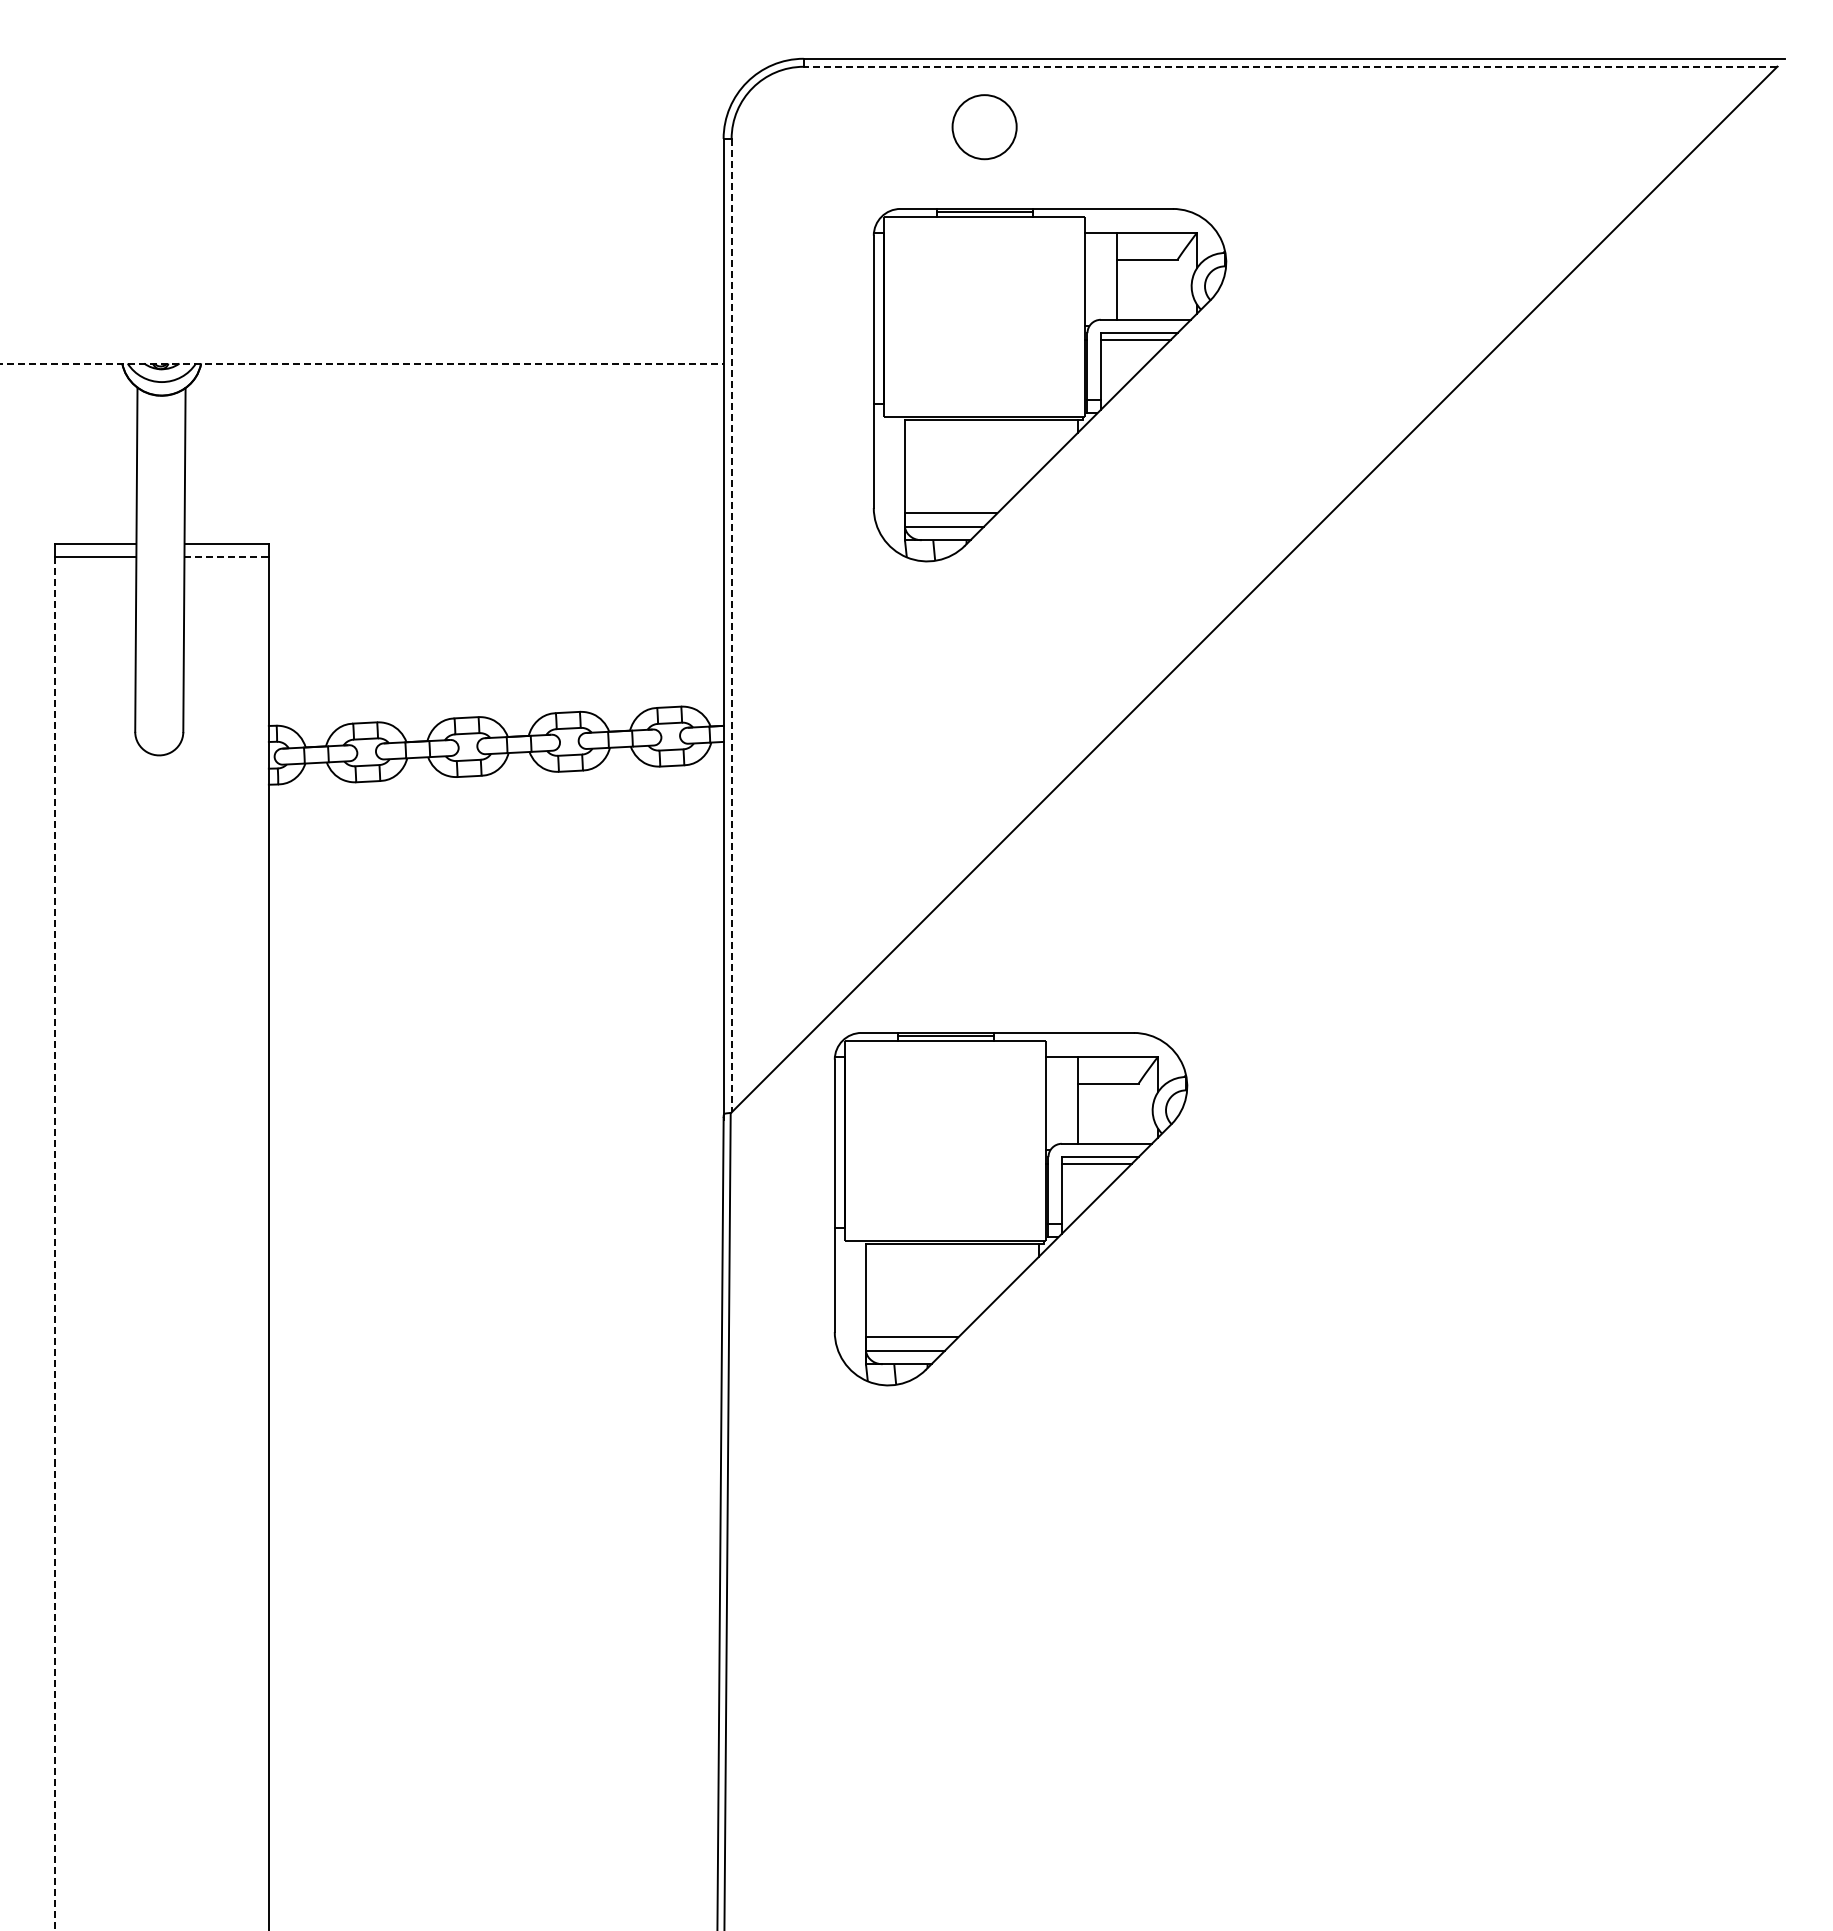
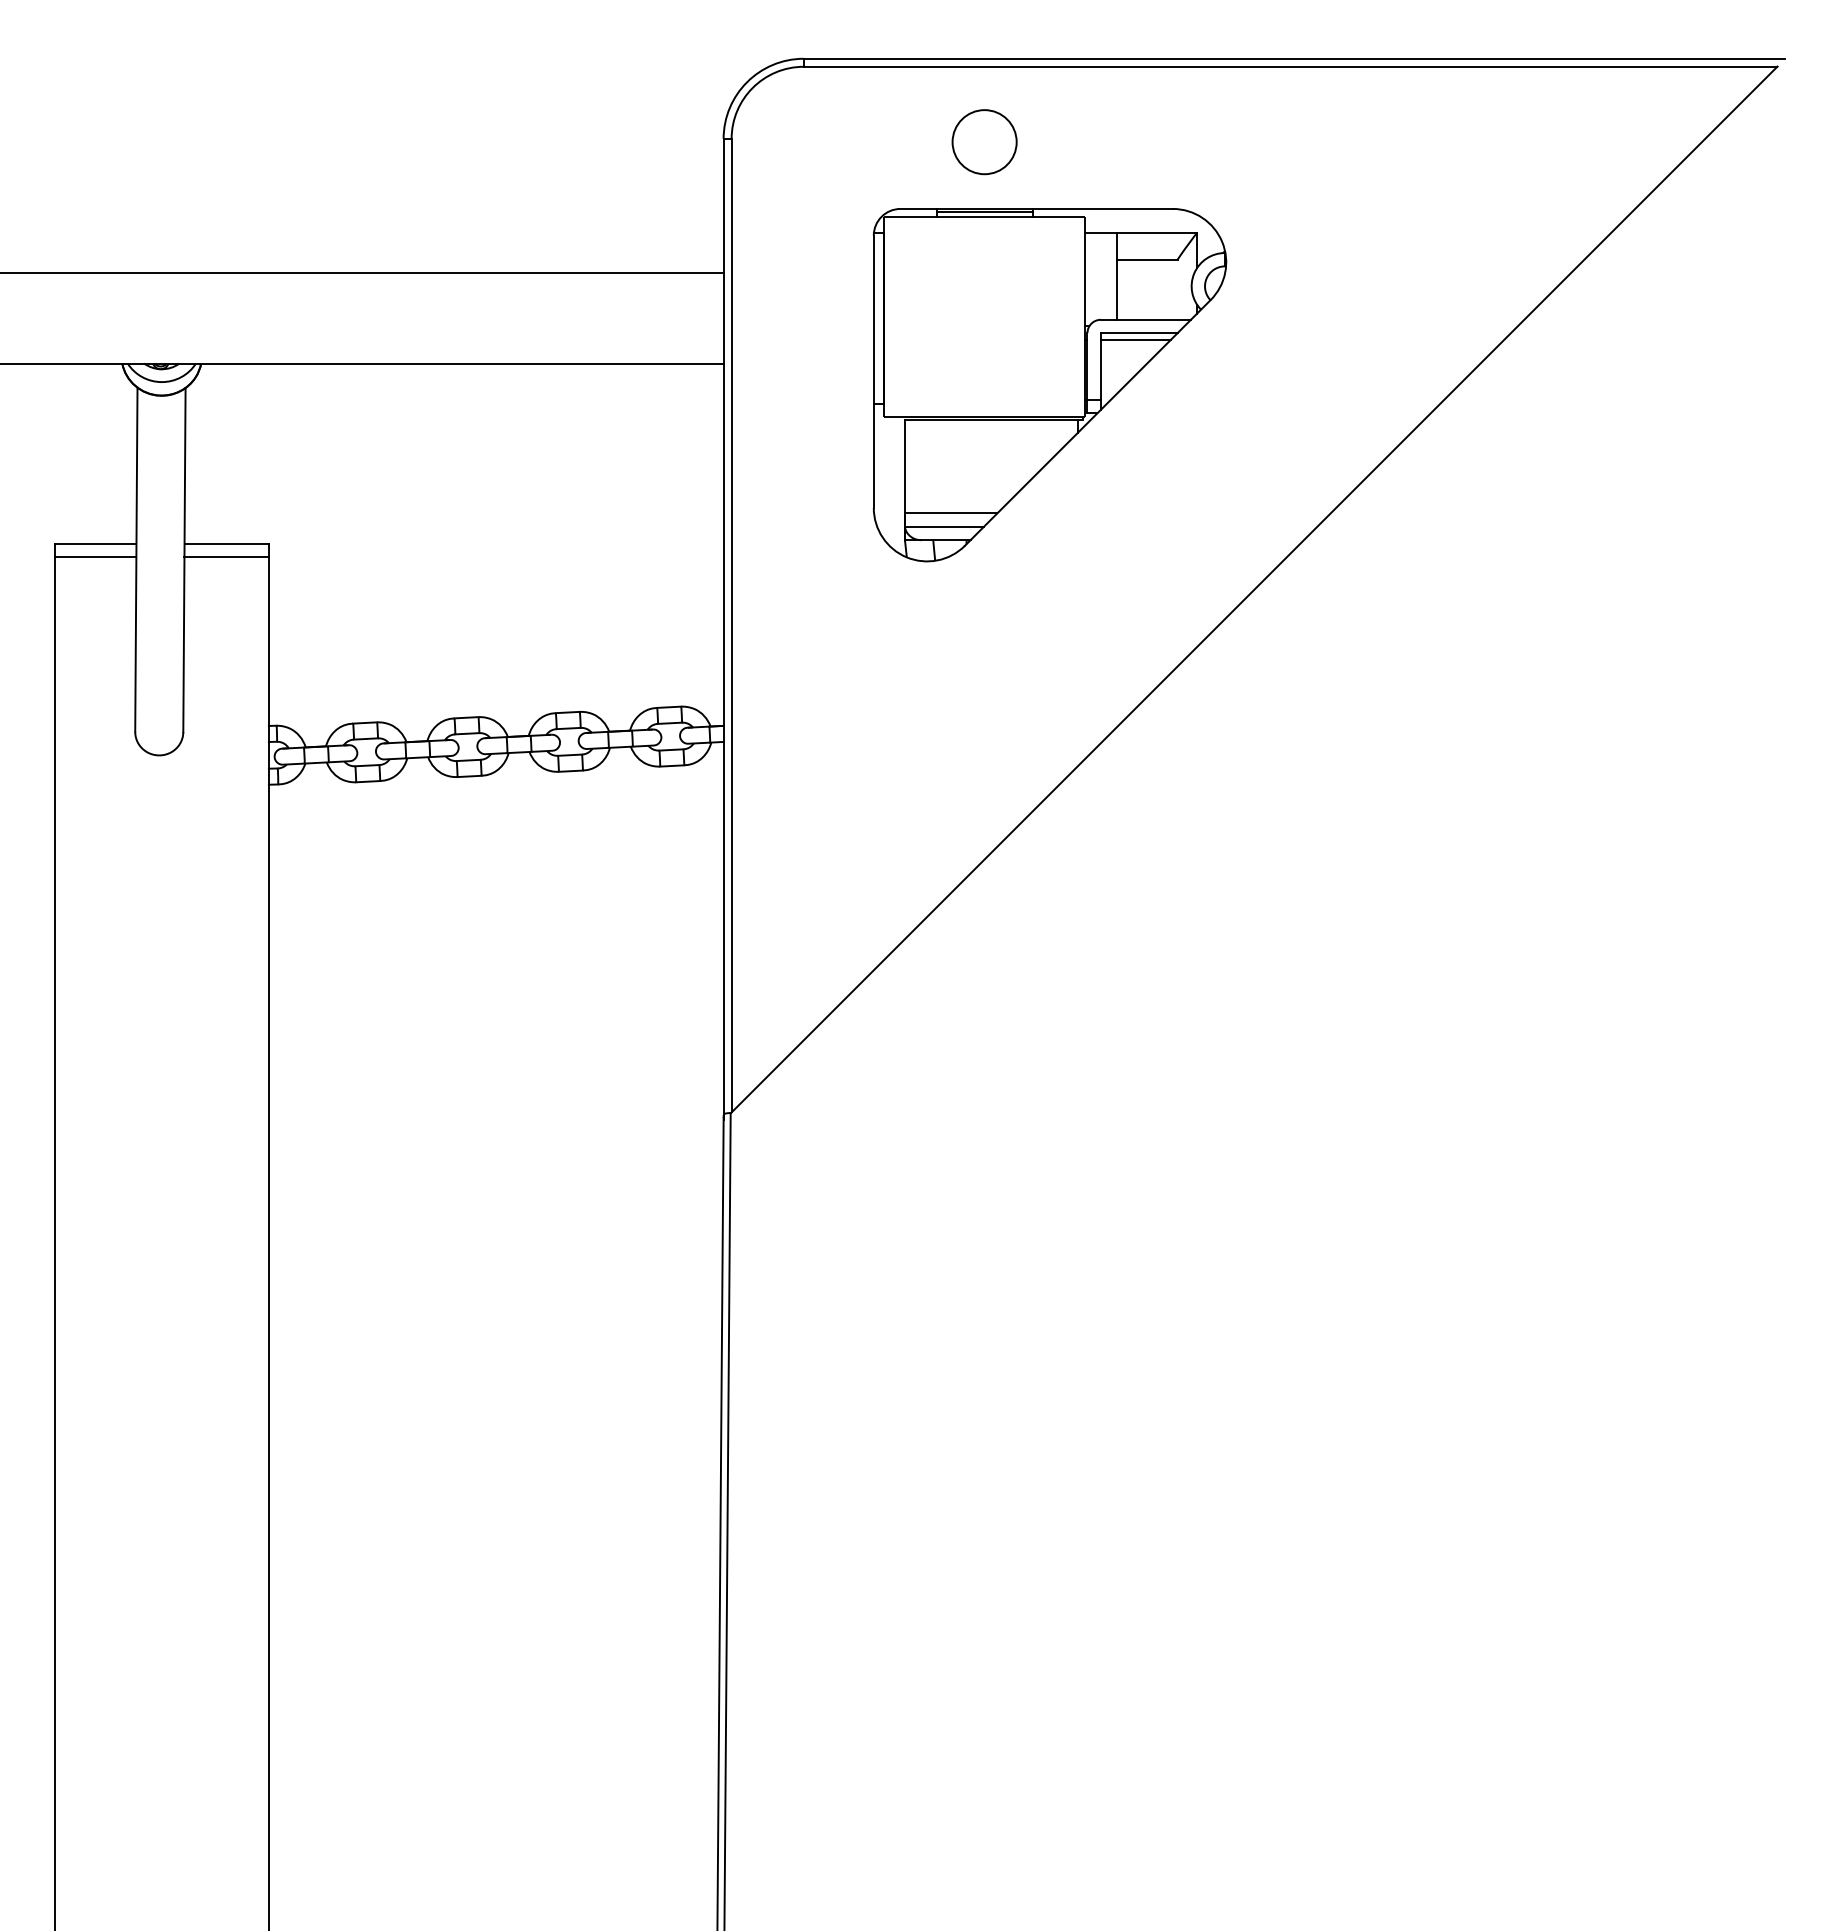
line at (1290, 66): dashed -> solid
part at (984, 127) position: (984, 127) -> (984, 142)
line at (362, 272): none -> present
line at (362, 363): dashed -> solid
line at (227, 556): dashed -> solid
line at (731, 625): dashed -> solid
part at (1010, 1209): present -> none
line at (55, 1243): dashed -> solid
